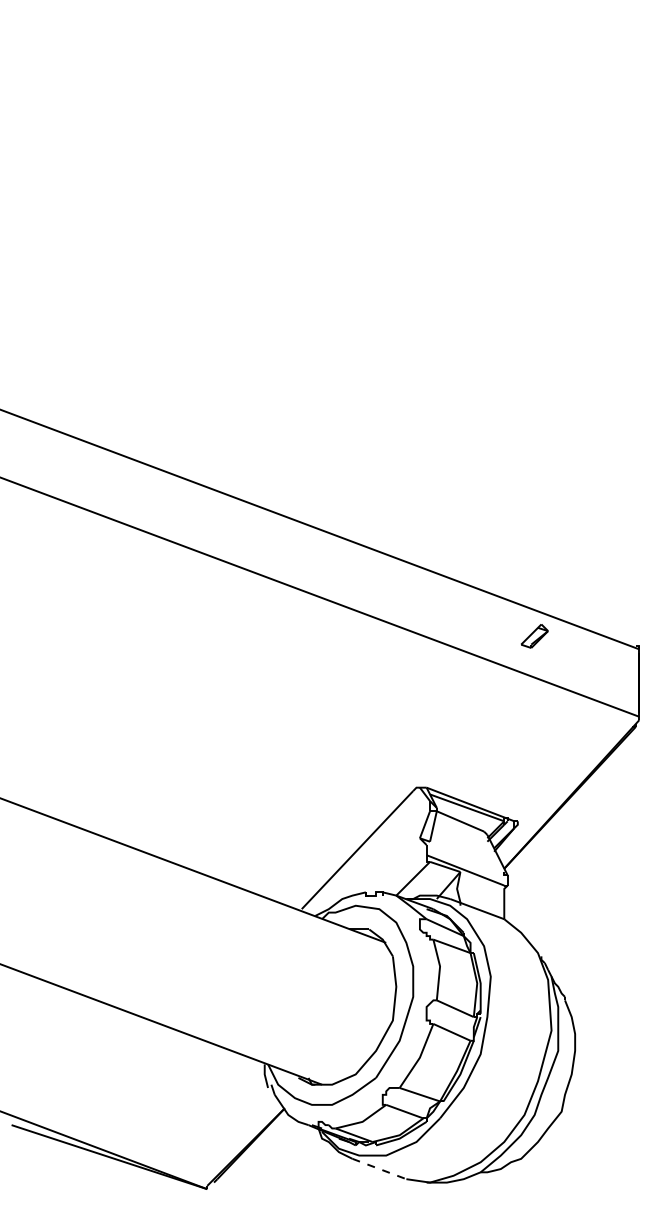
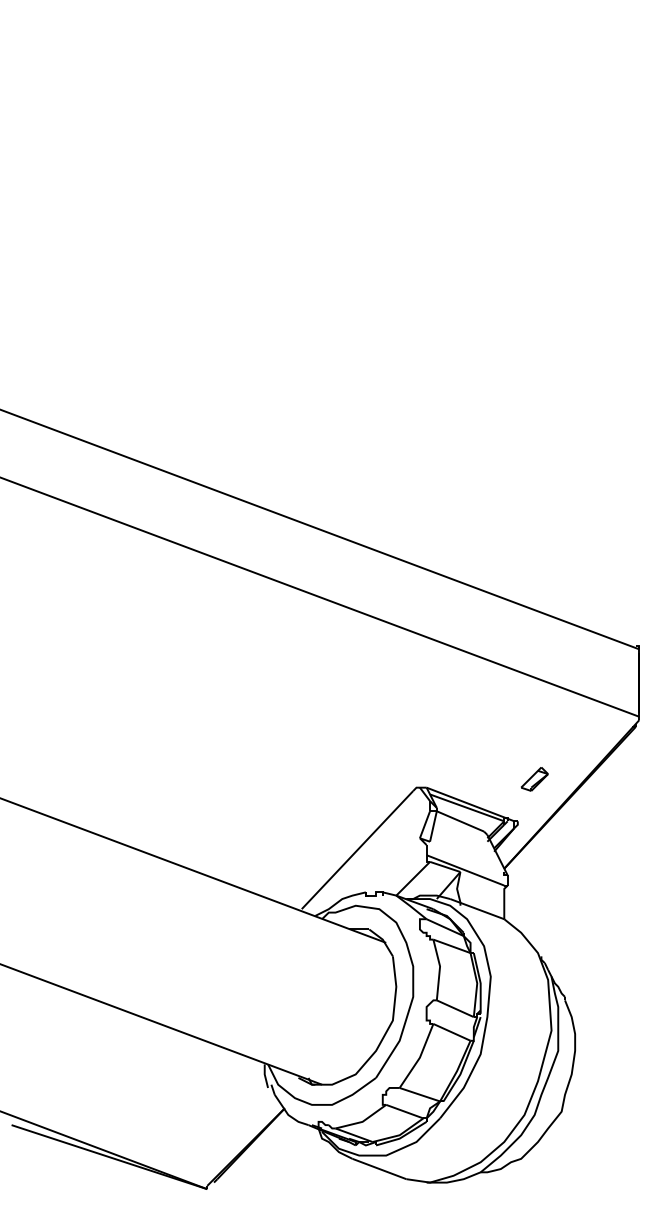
part at (534, 636) position: (534, 636) -> (534, 779)
line at (379, 1169): dashed -> solid
